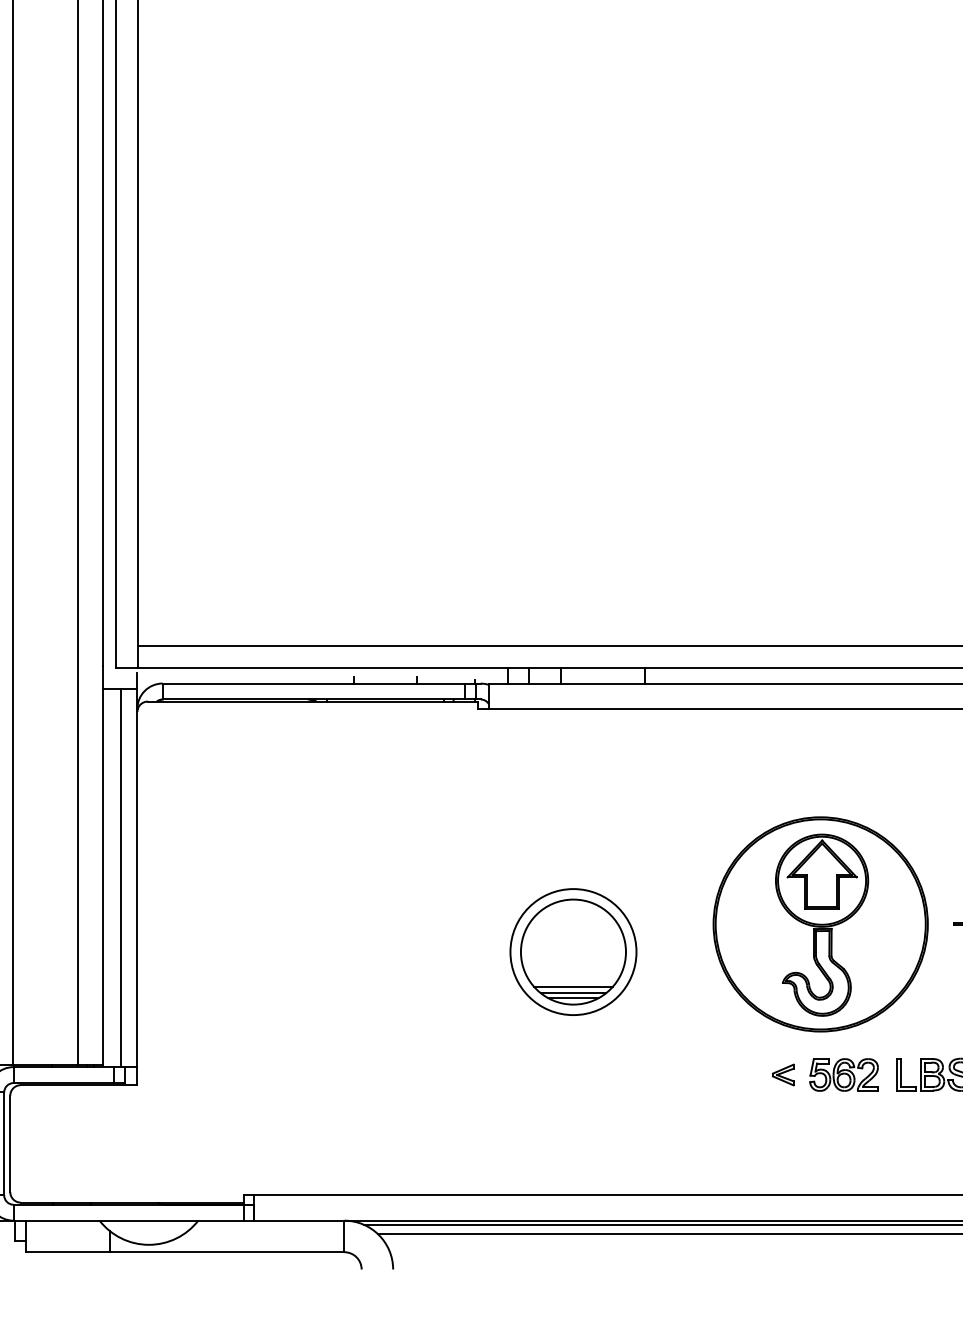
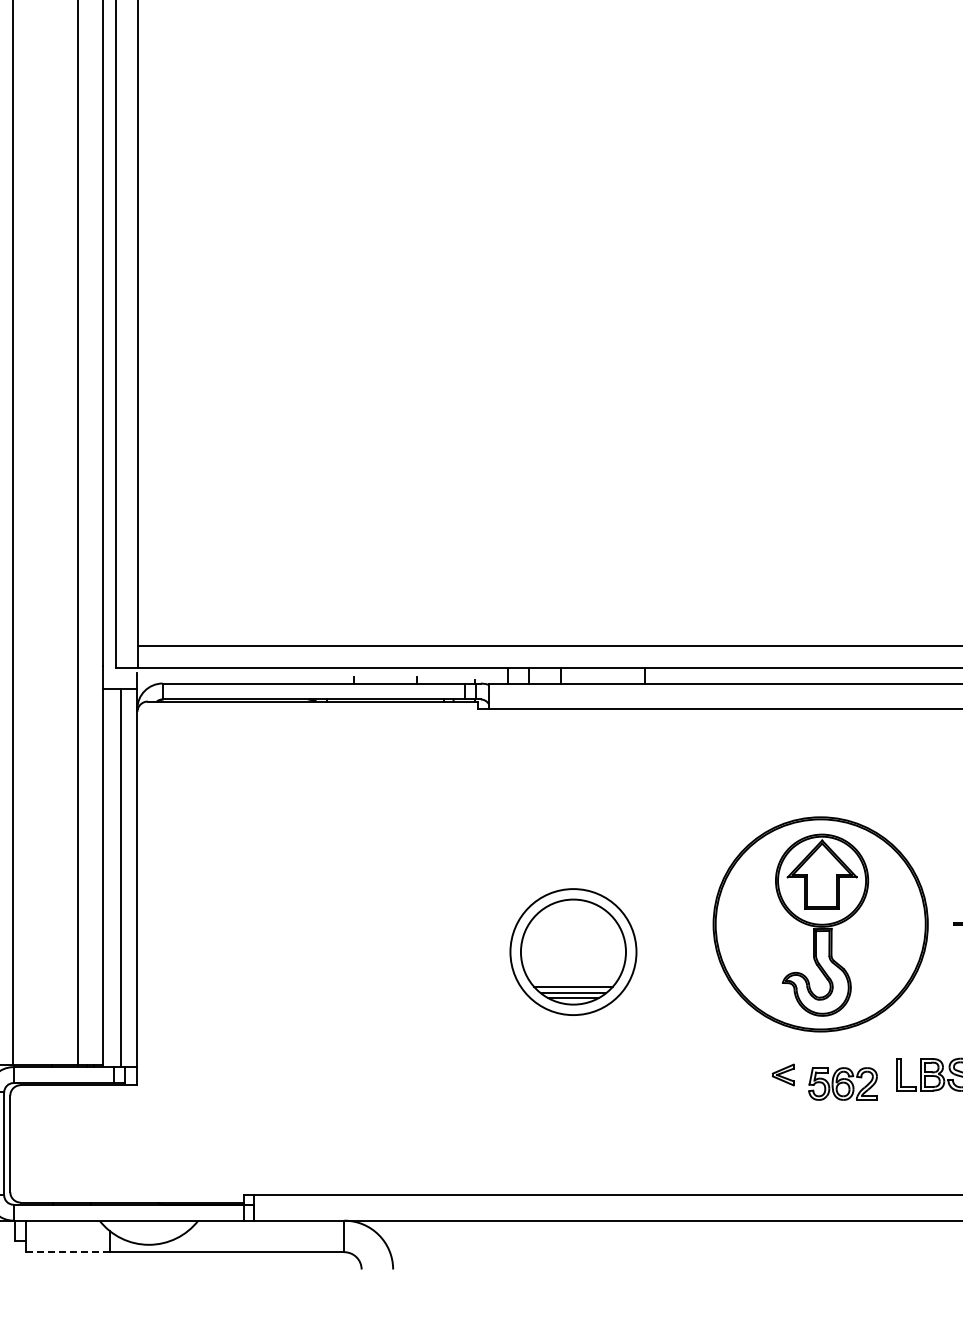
part at (843, 1074) position: (843, 1074) -> (842, 1083)
line at (661, 1224): present -> none
line at (668, 1233): present -> none
line at (67, 1252): solid -> dashed
